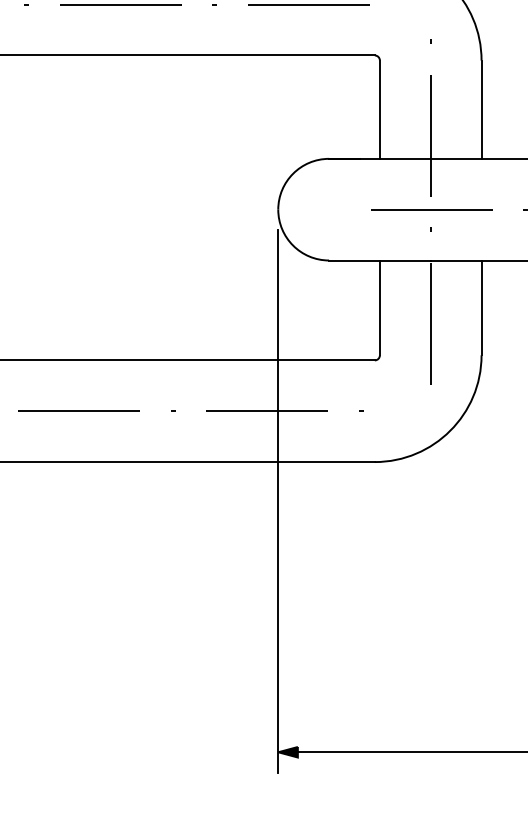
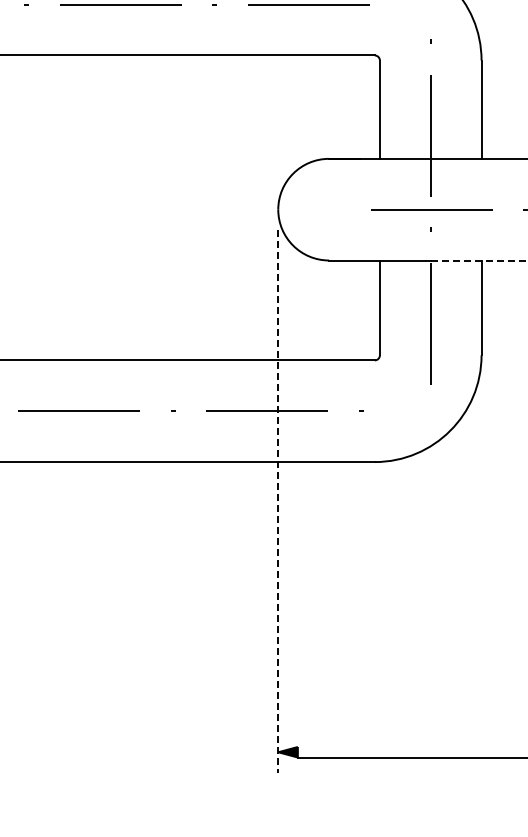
line at (479, 260): solid -> dashed
line at (278, 501): solid -> dashed
line at (410, 752) position: (410, 752) -> (410, 758)
